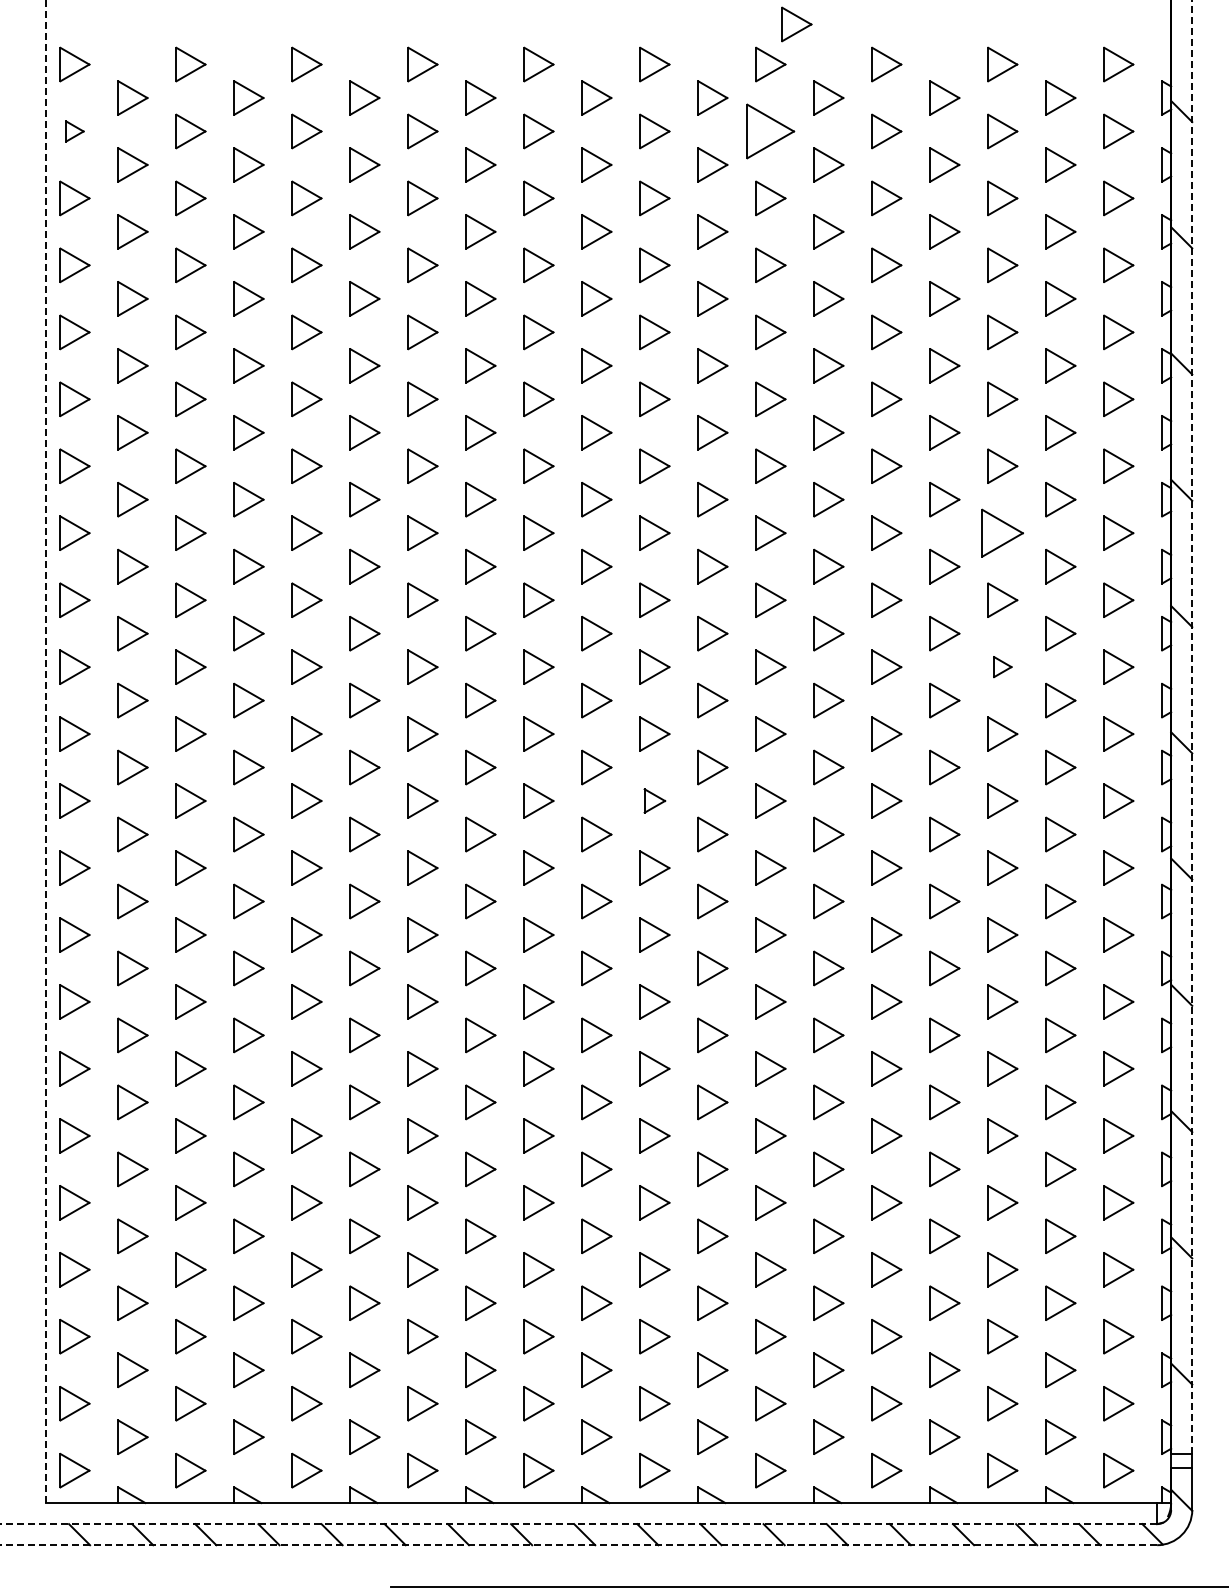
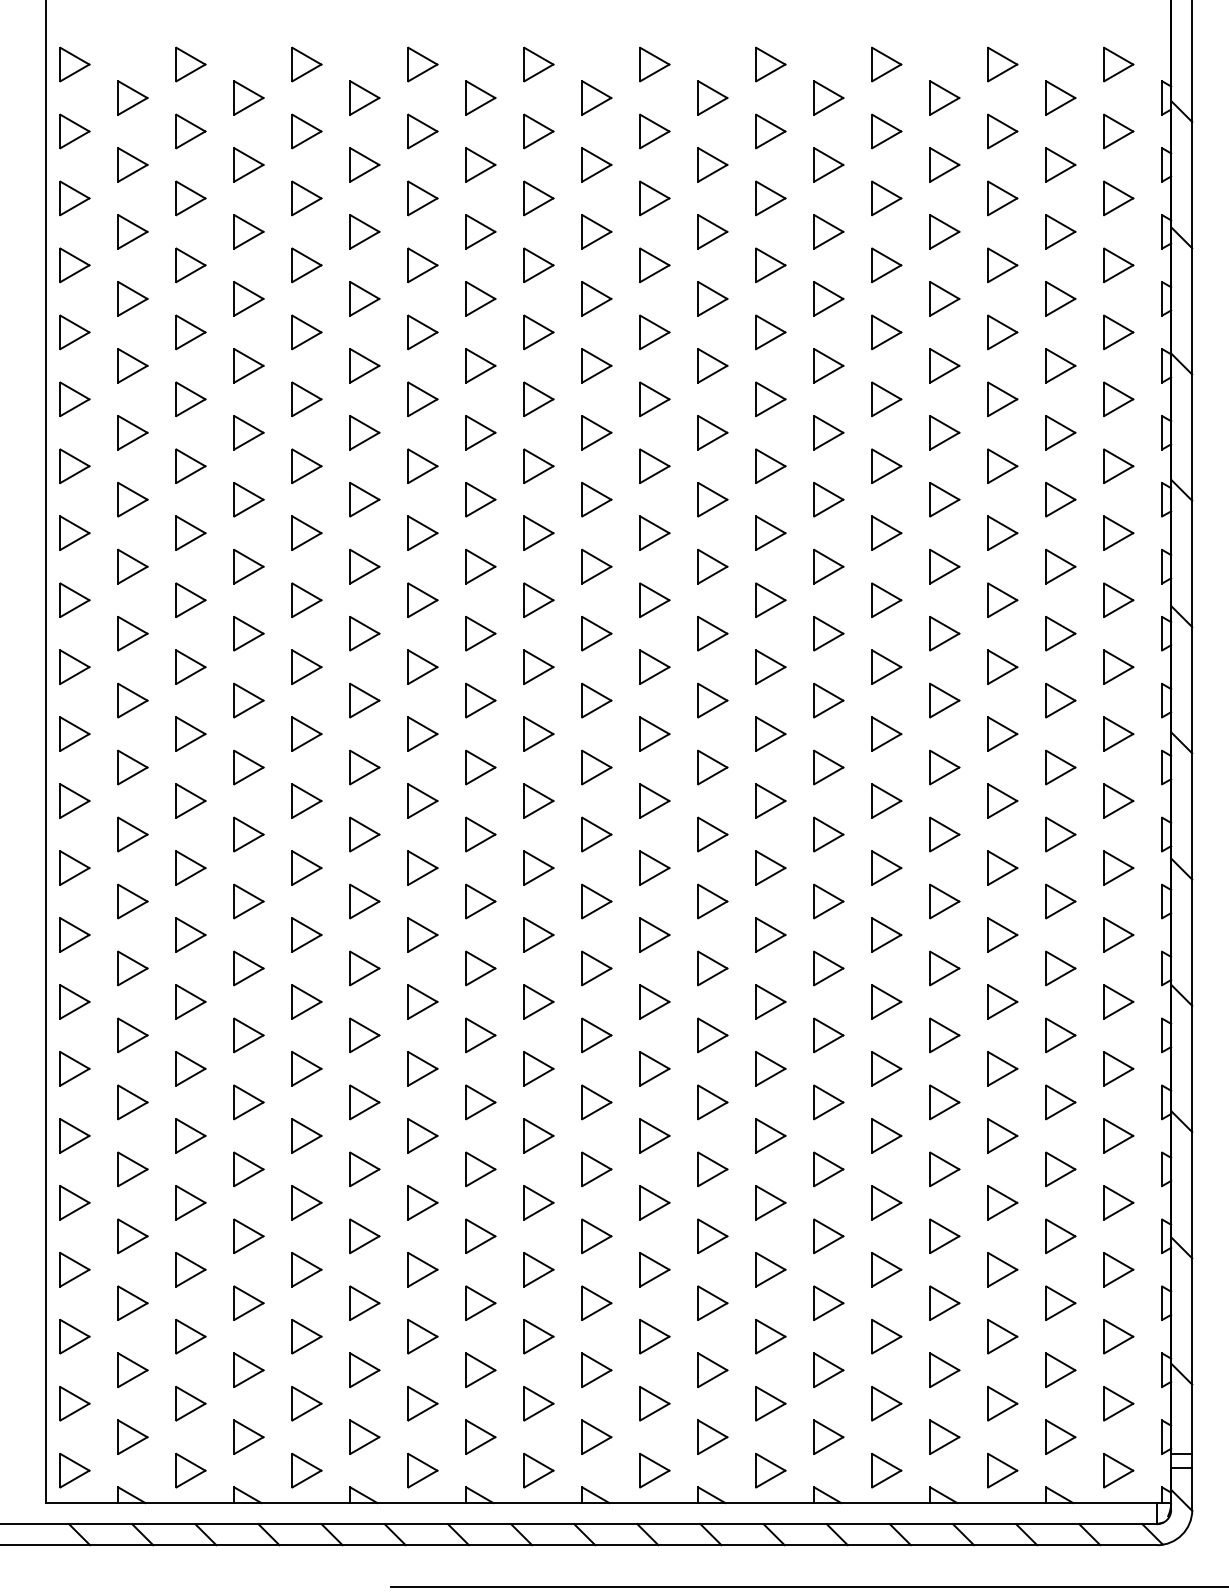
part at (796, 24): present -> none
part at (74, 131) size: 20x23 px -> 32x37 px
part at (770, 131) size: 50x57 px -> 32x37 px
part at (1002, 532) size: 43x50 px -> 32x36 px
part at (1002, 667) size: 20x23 px -> 32x36 px
line at (1192, 728): dashed -> solid
line at (46, 751): dashed -> solid
part at (654, 800) size: 24x26 px -> 32x36 px
line at (578, 1524): dashed -> solid
line at (578, 1545): dashed -> solid
